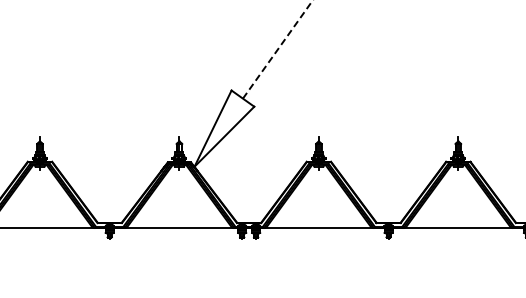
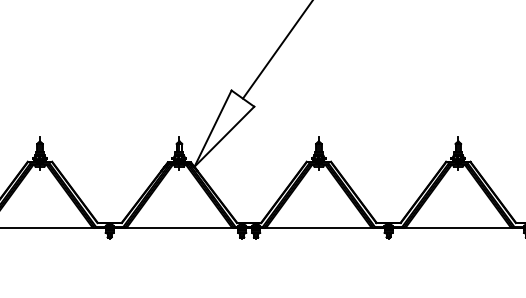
line at (278, 49): dashed -> solid
